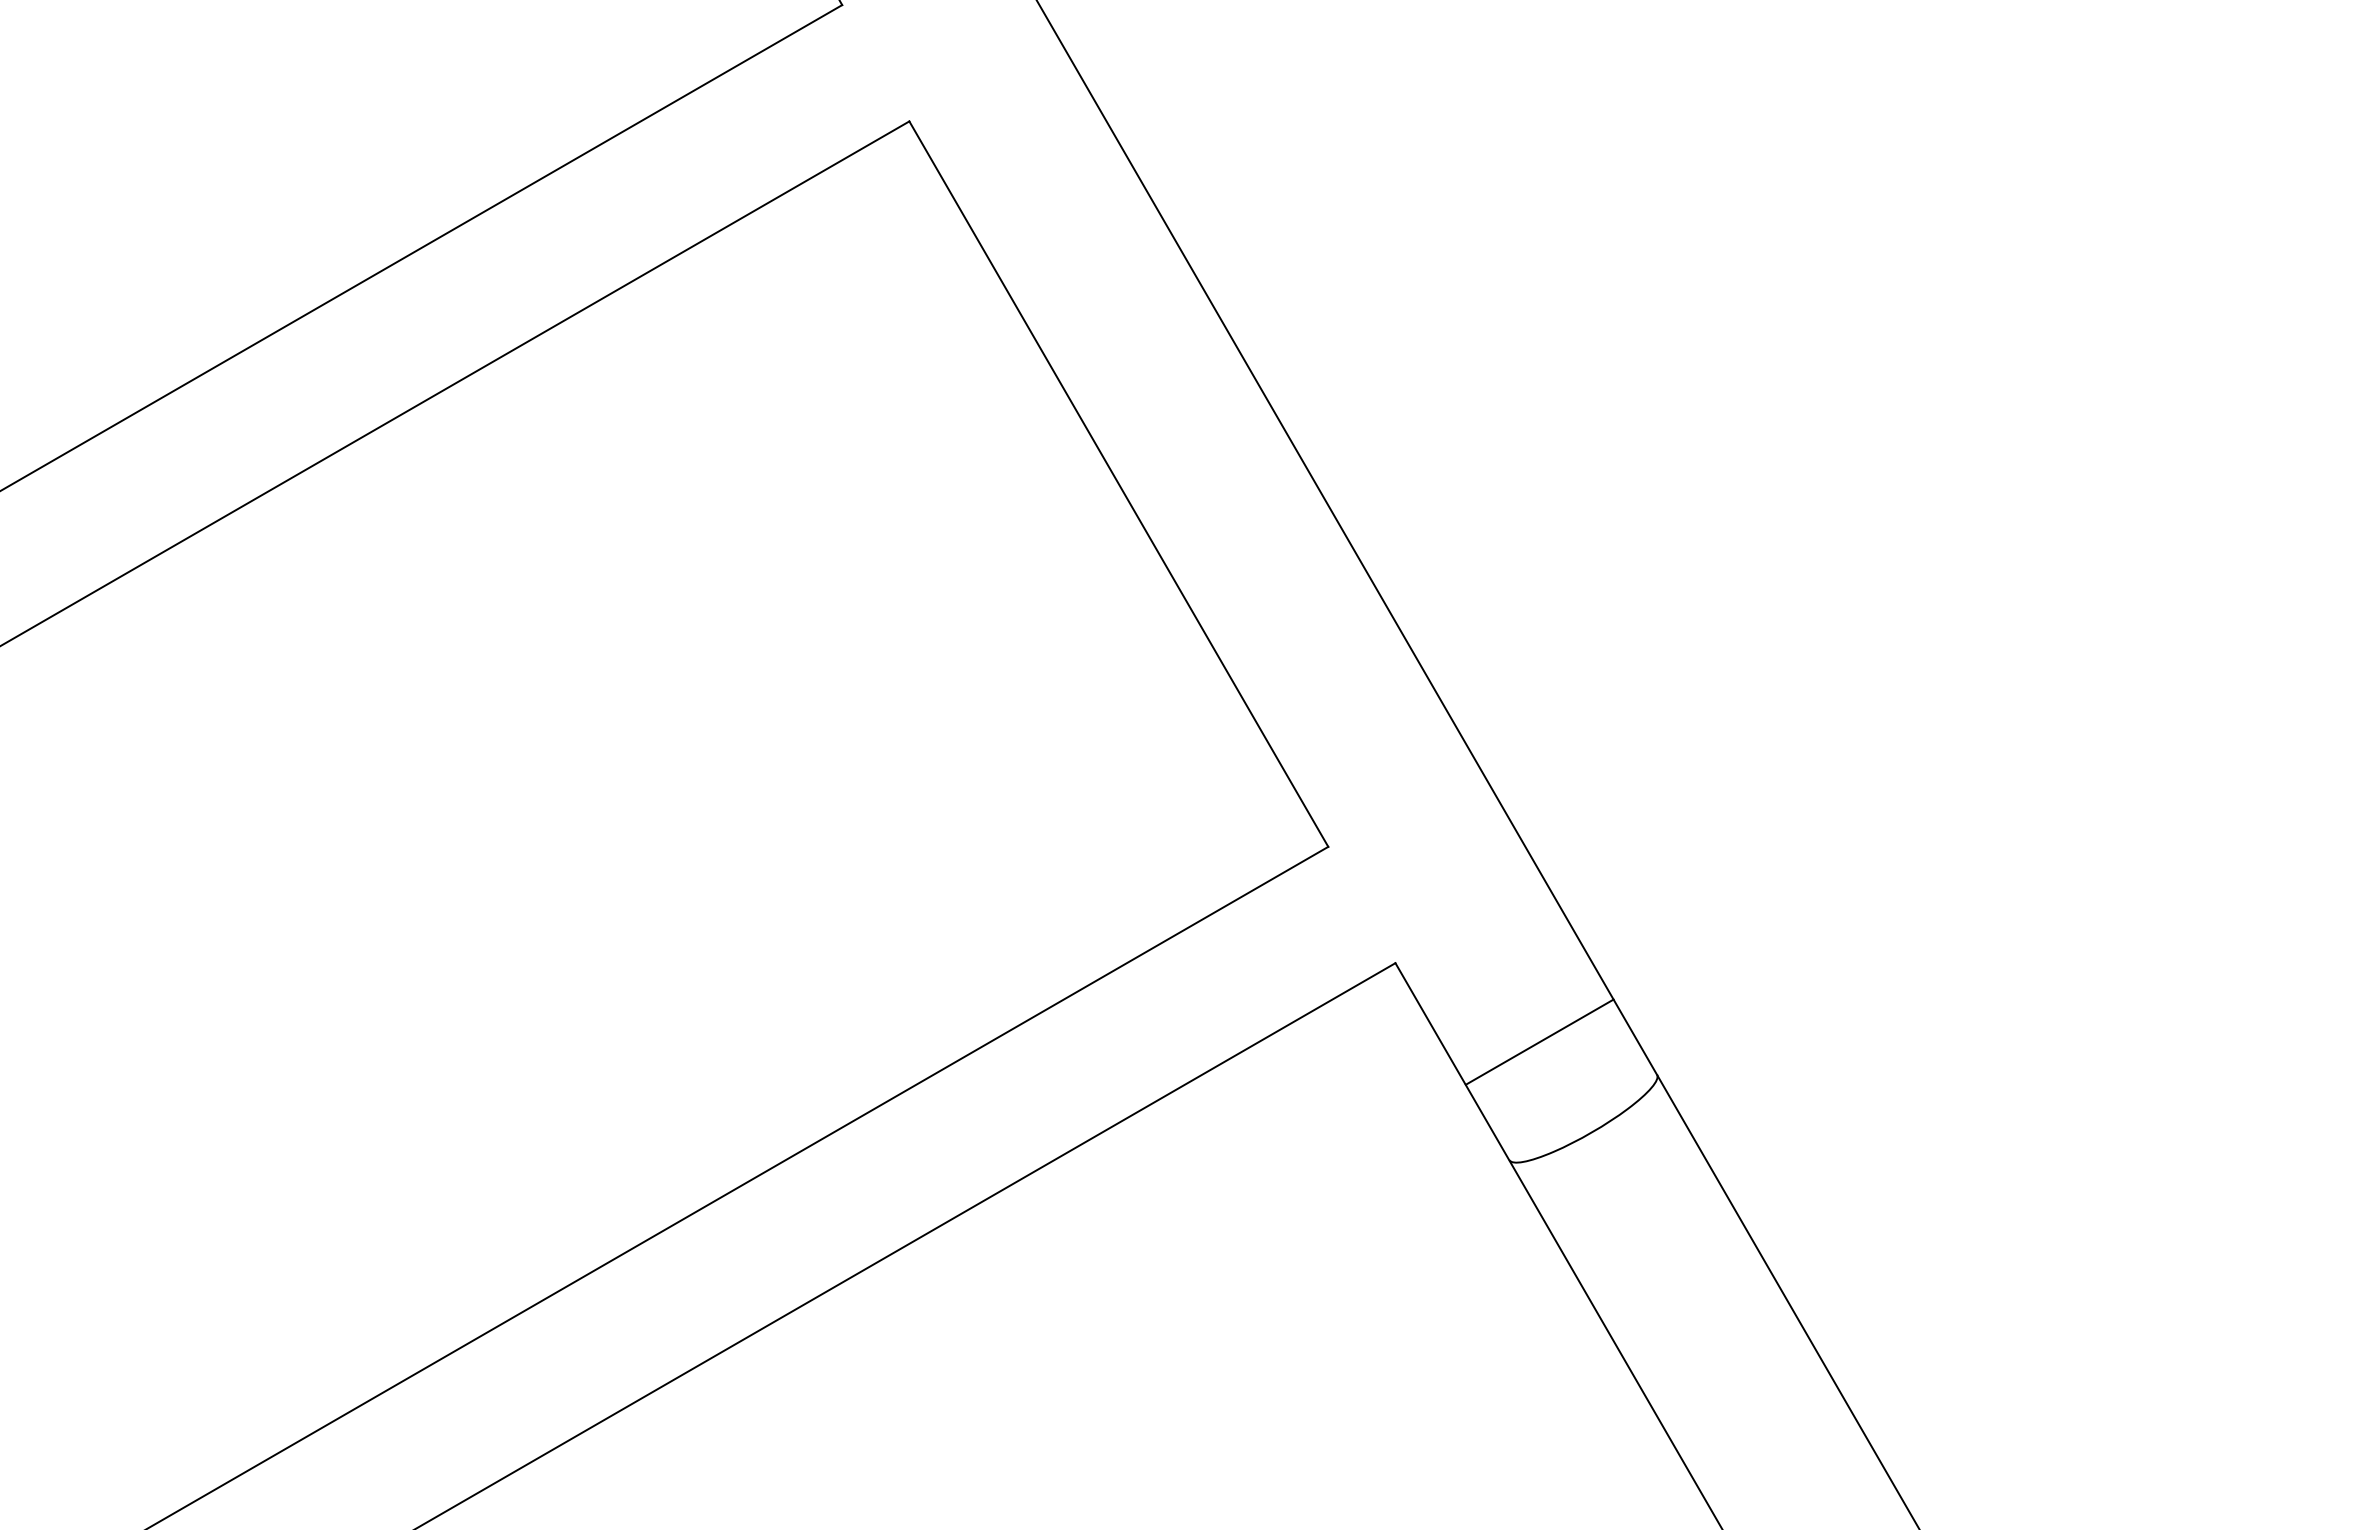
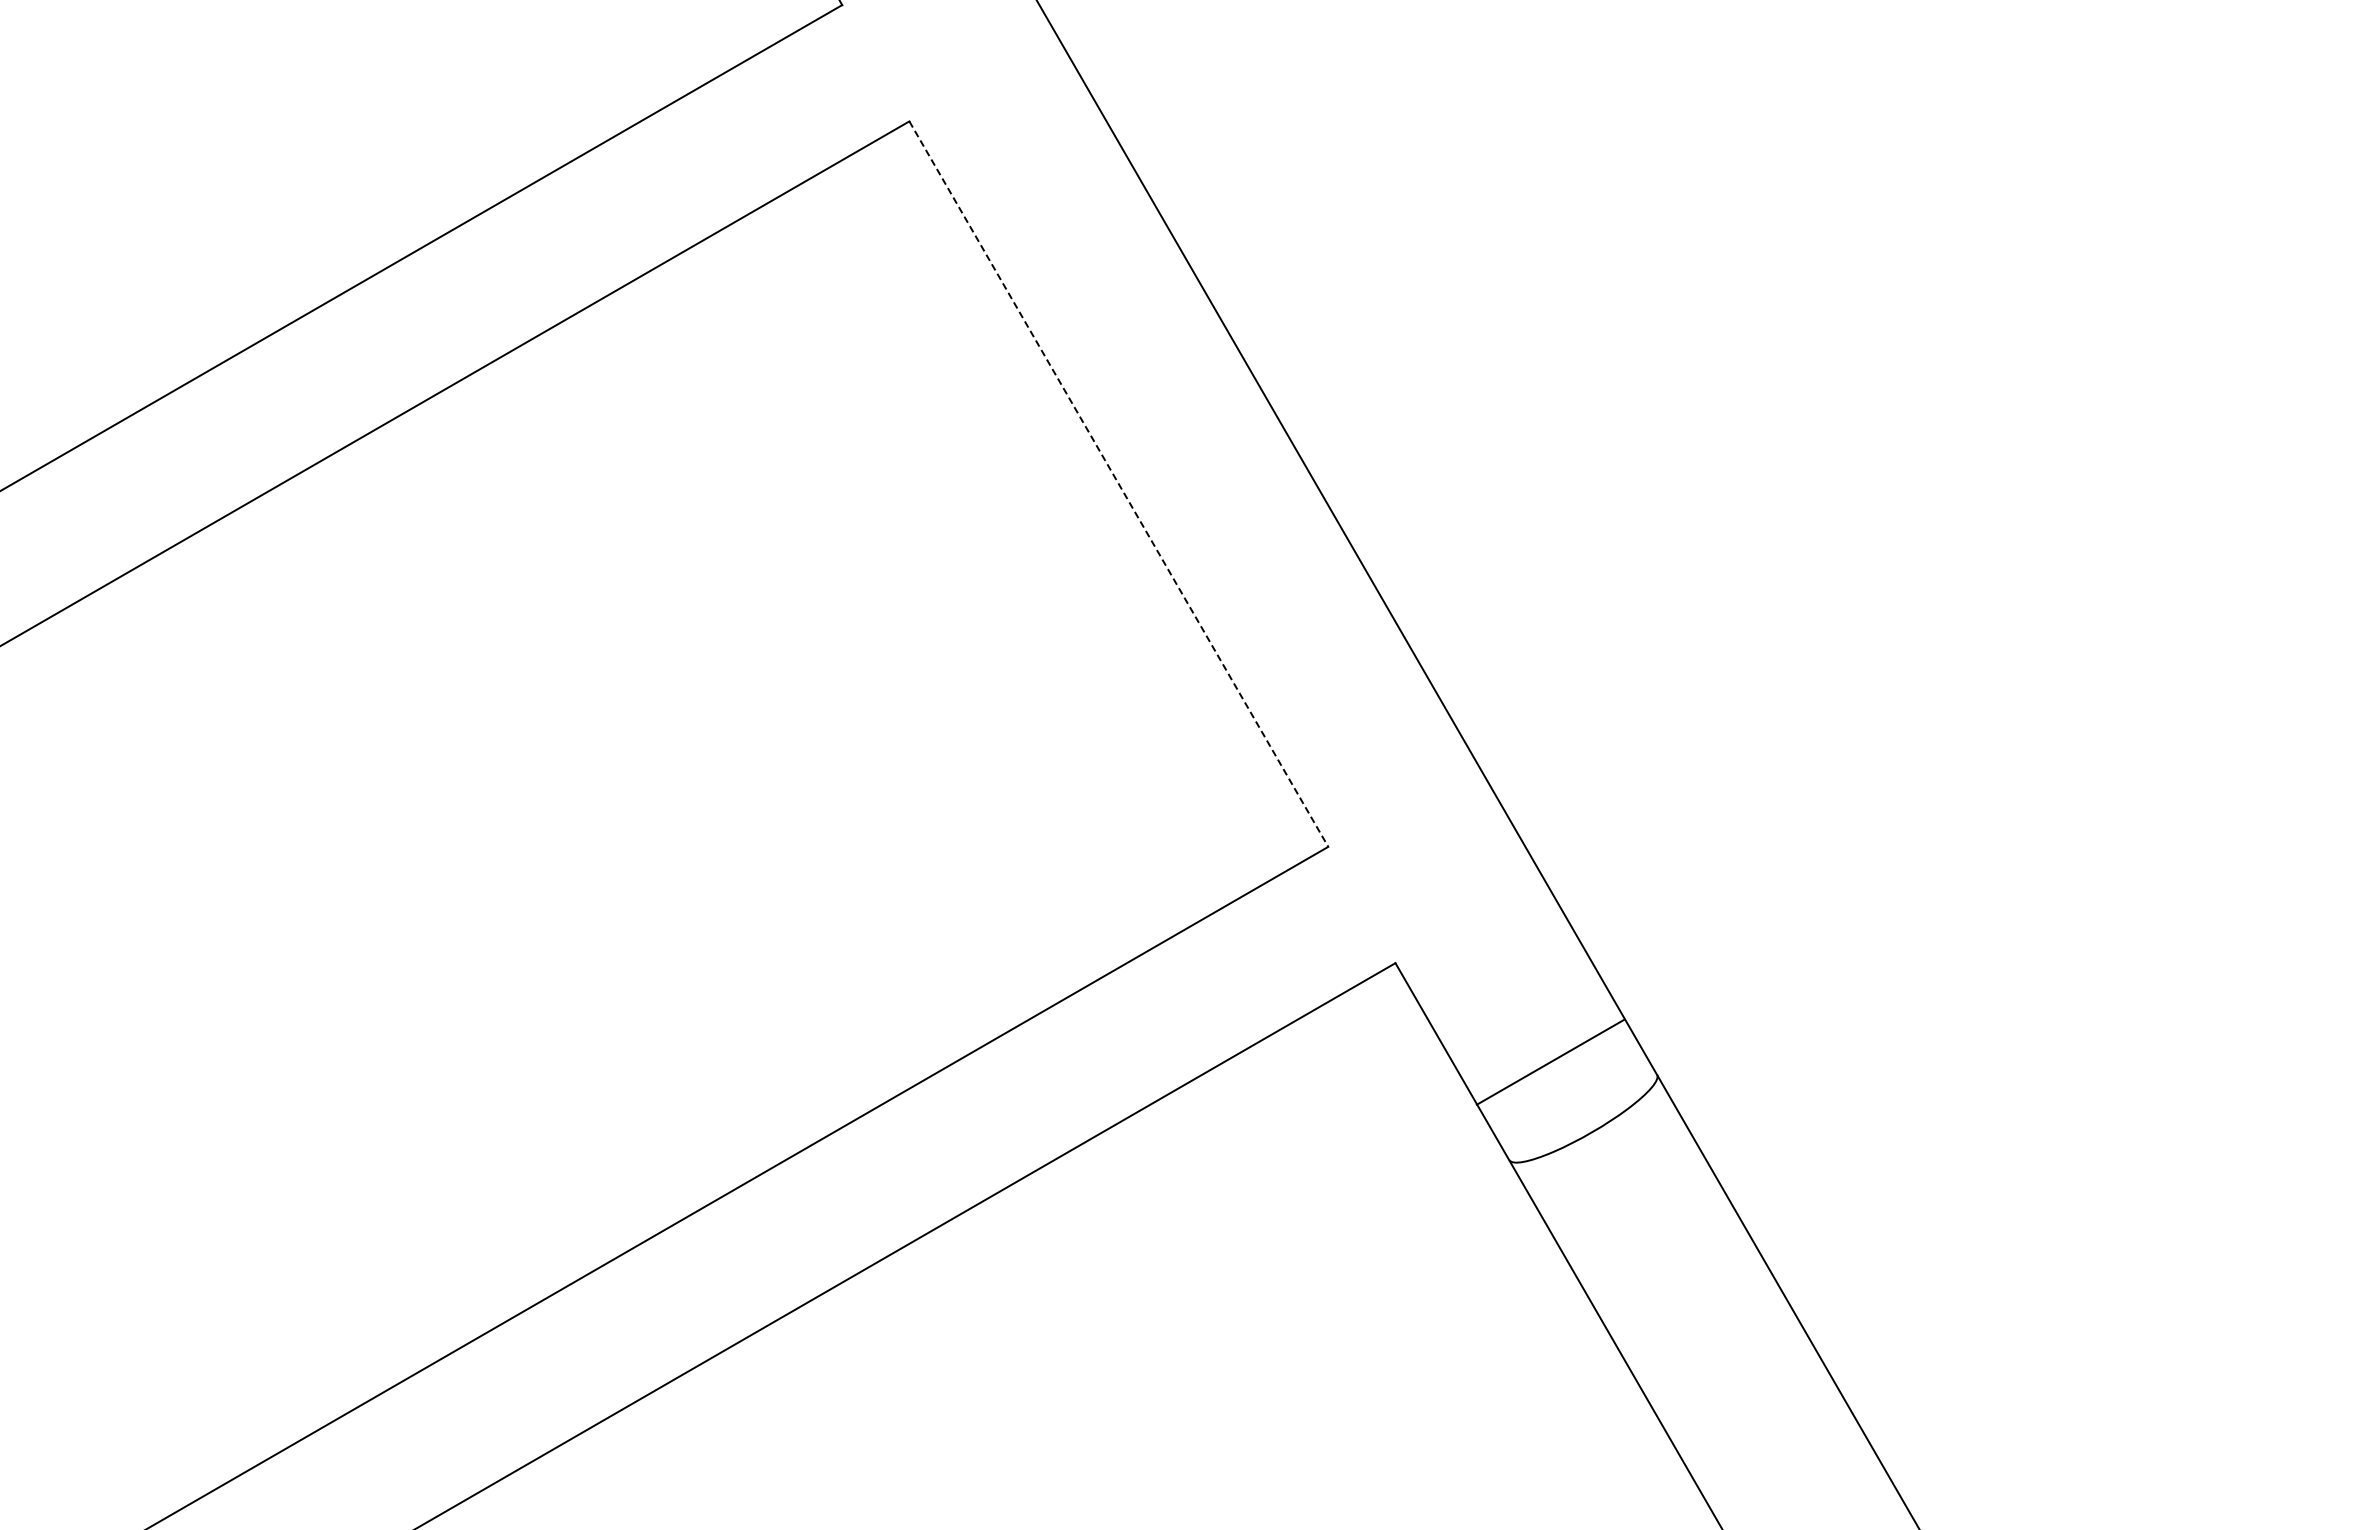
line at (1118, 484): solid -> dashed
line at (1539, 1041) position: (1539, 1041) -> (1550, 1061)
